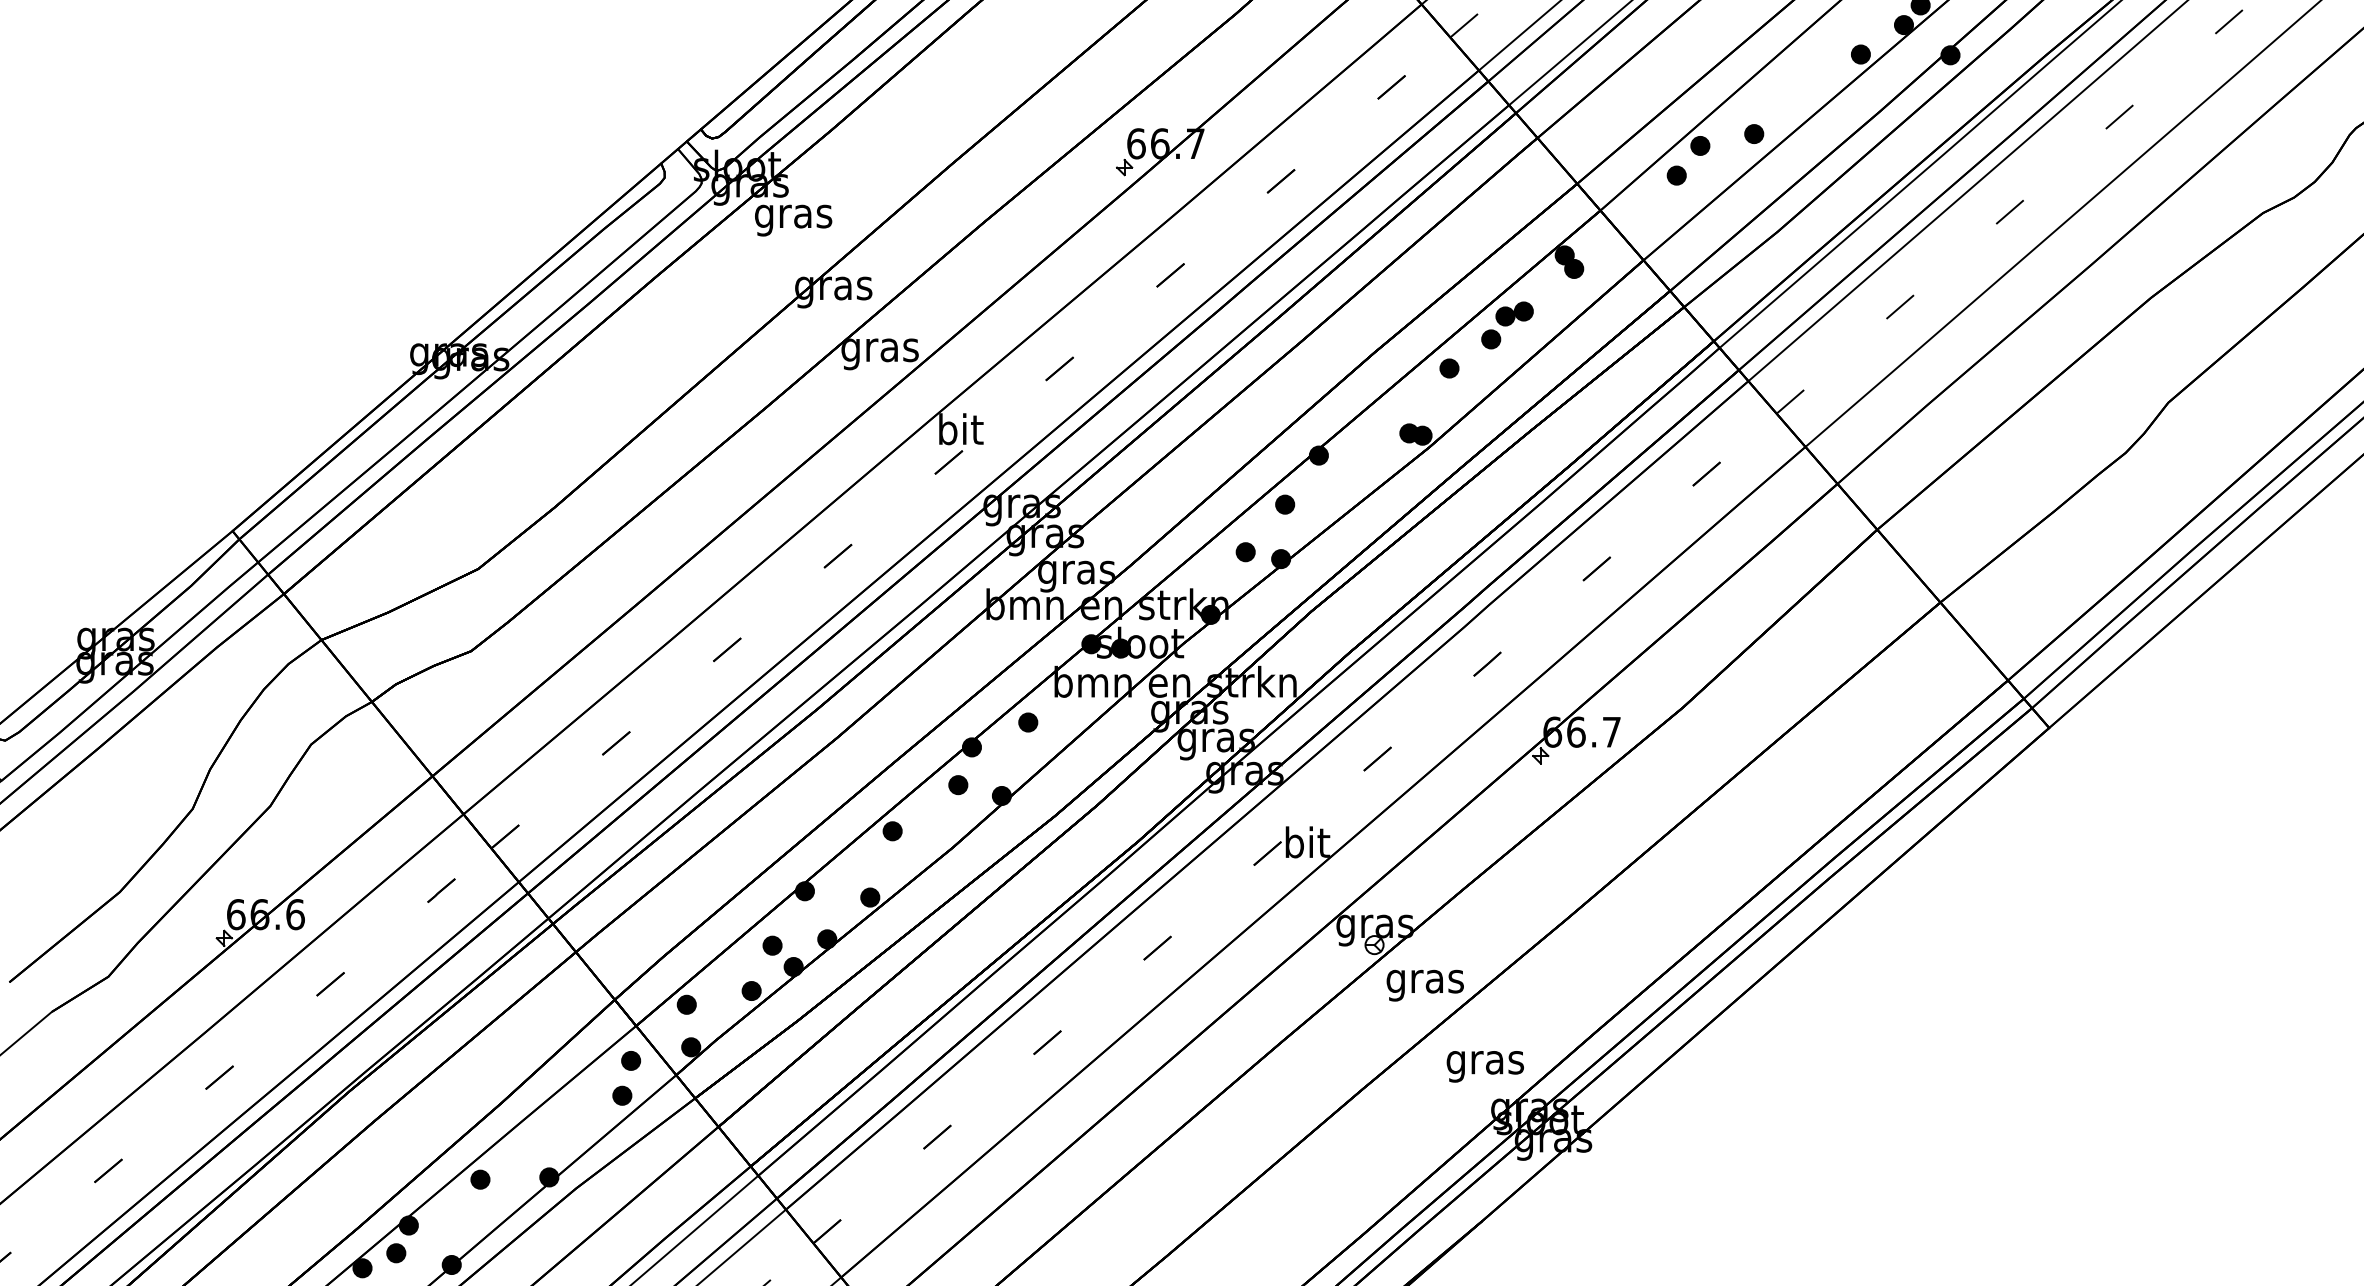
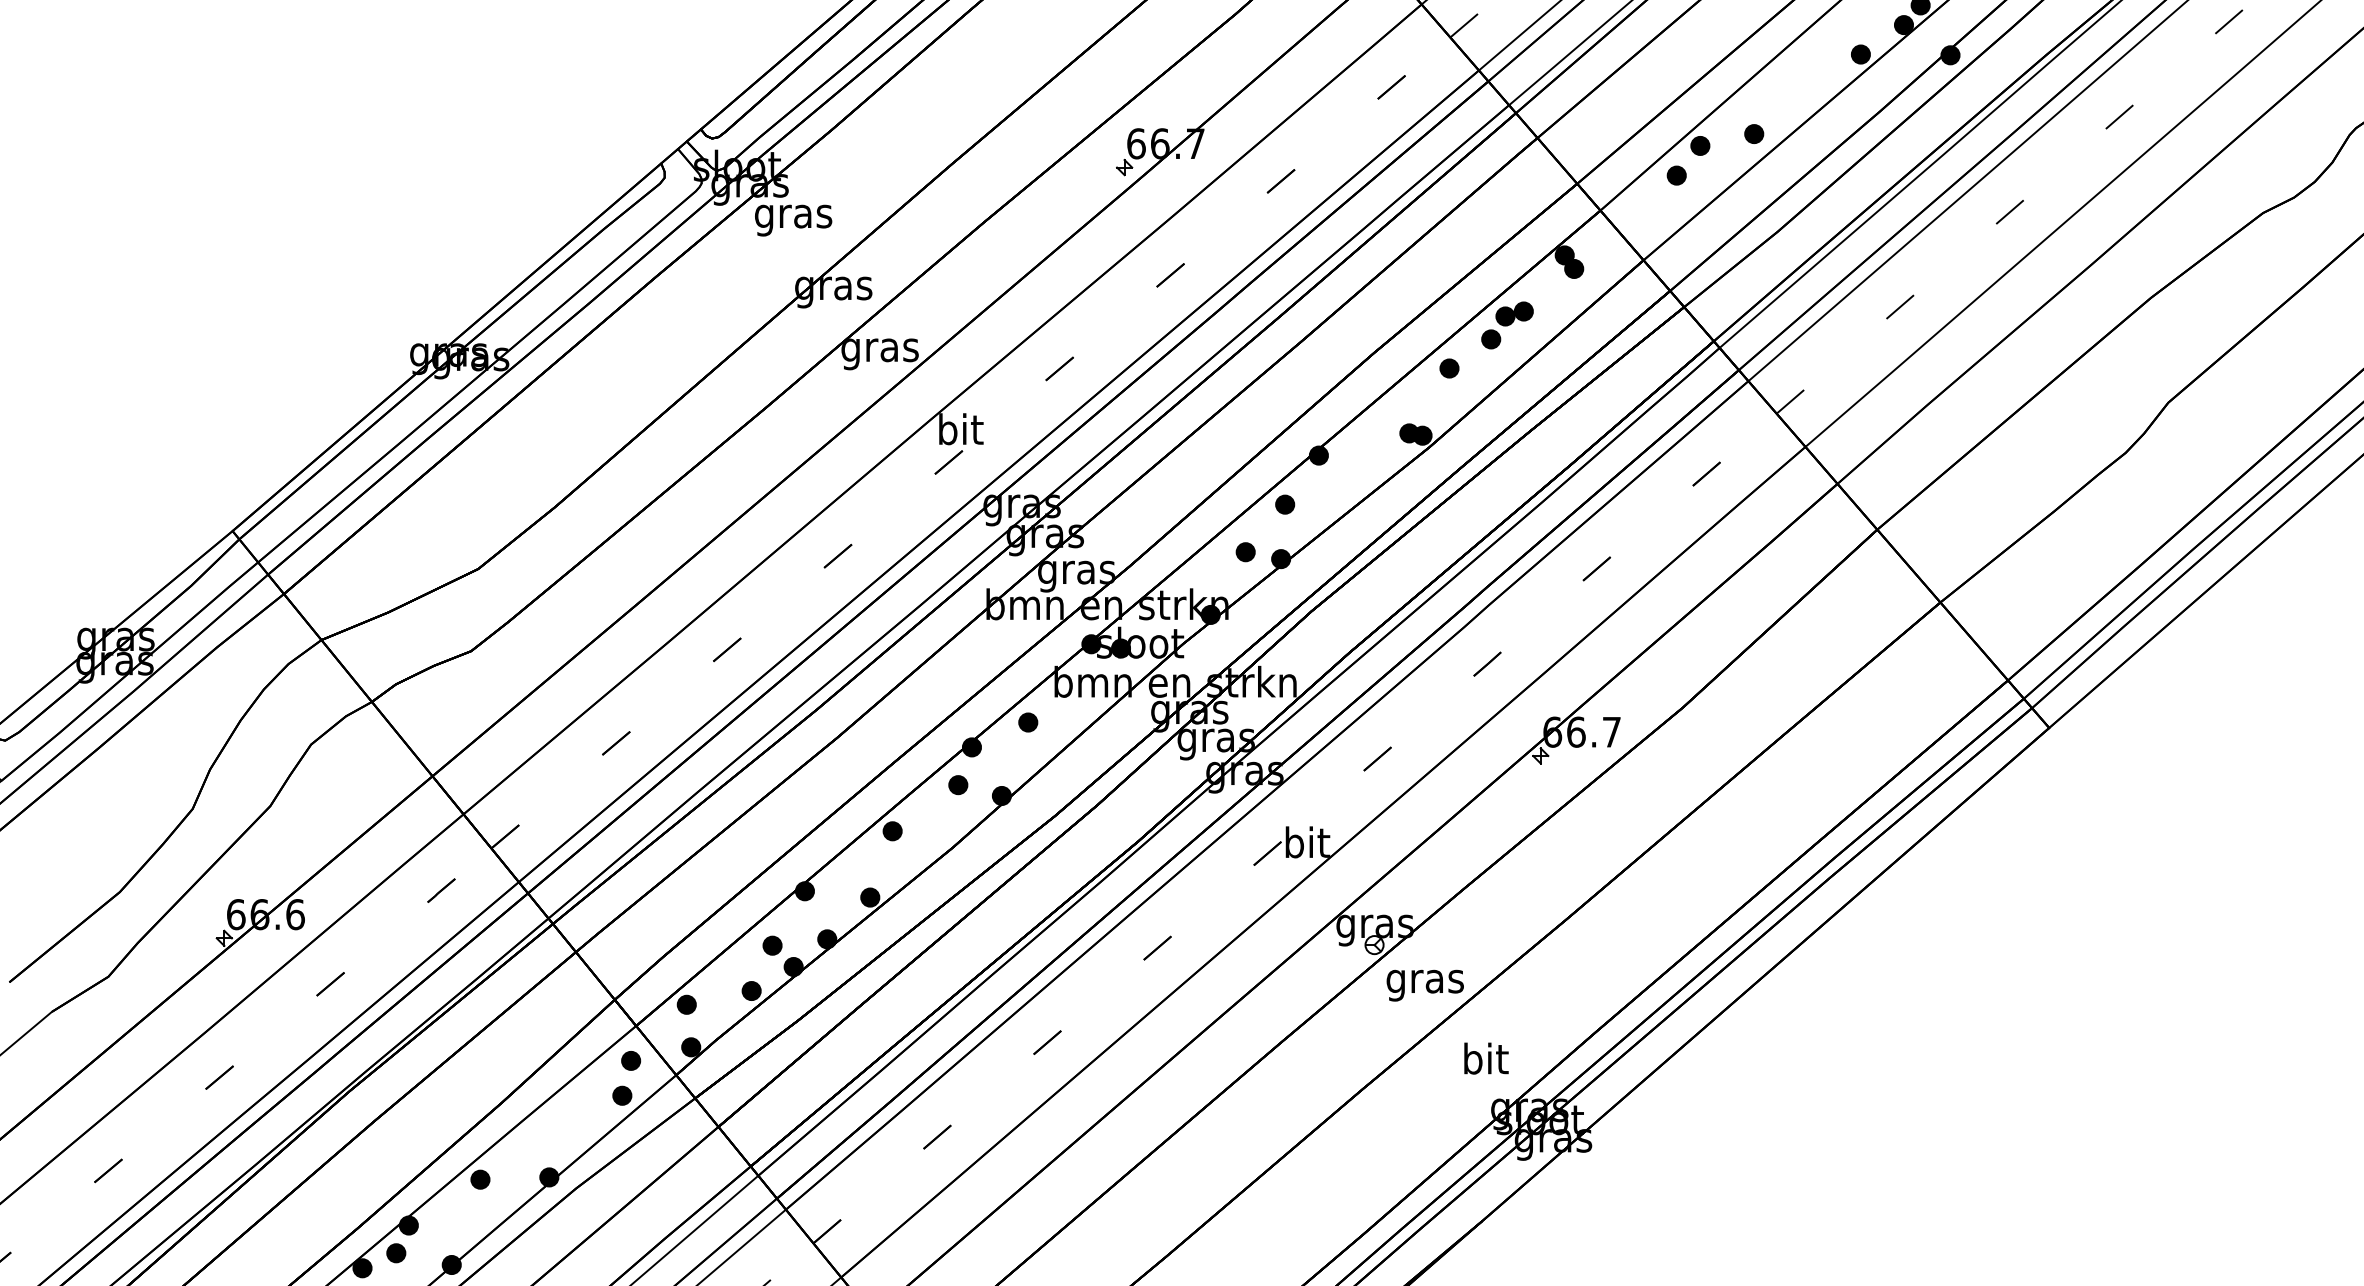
text at (1484, 1062): gras -> bit
